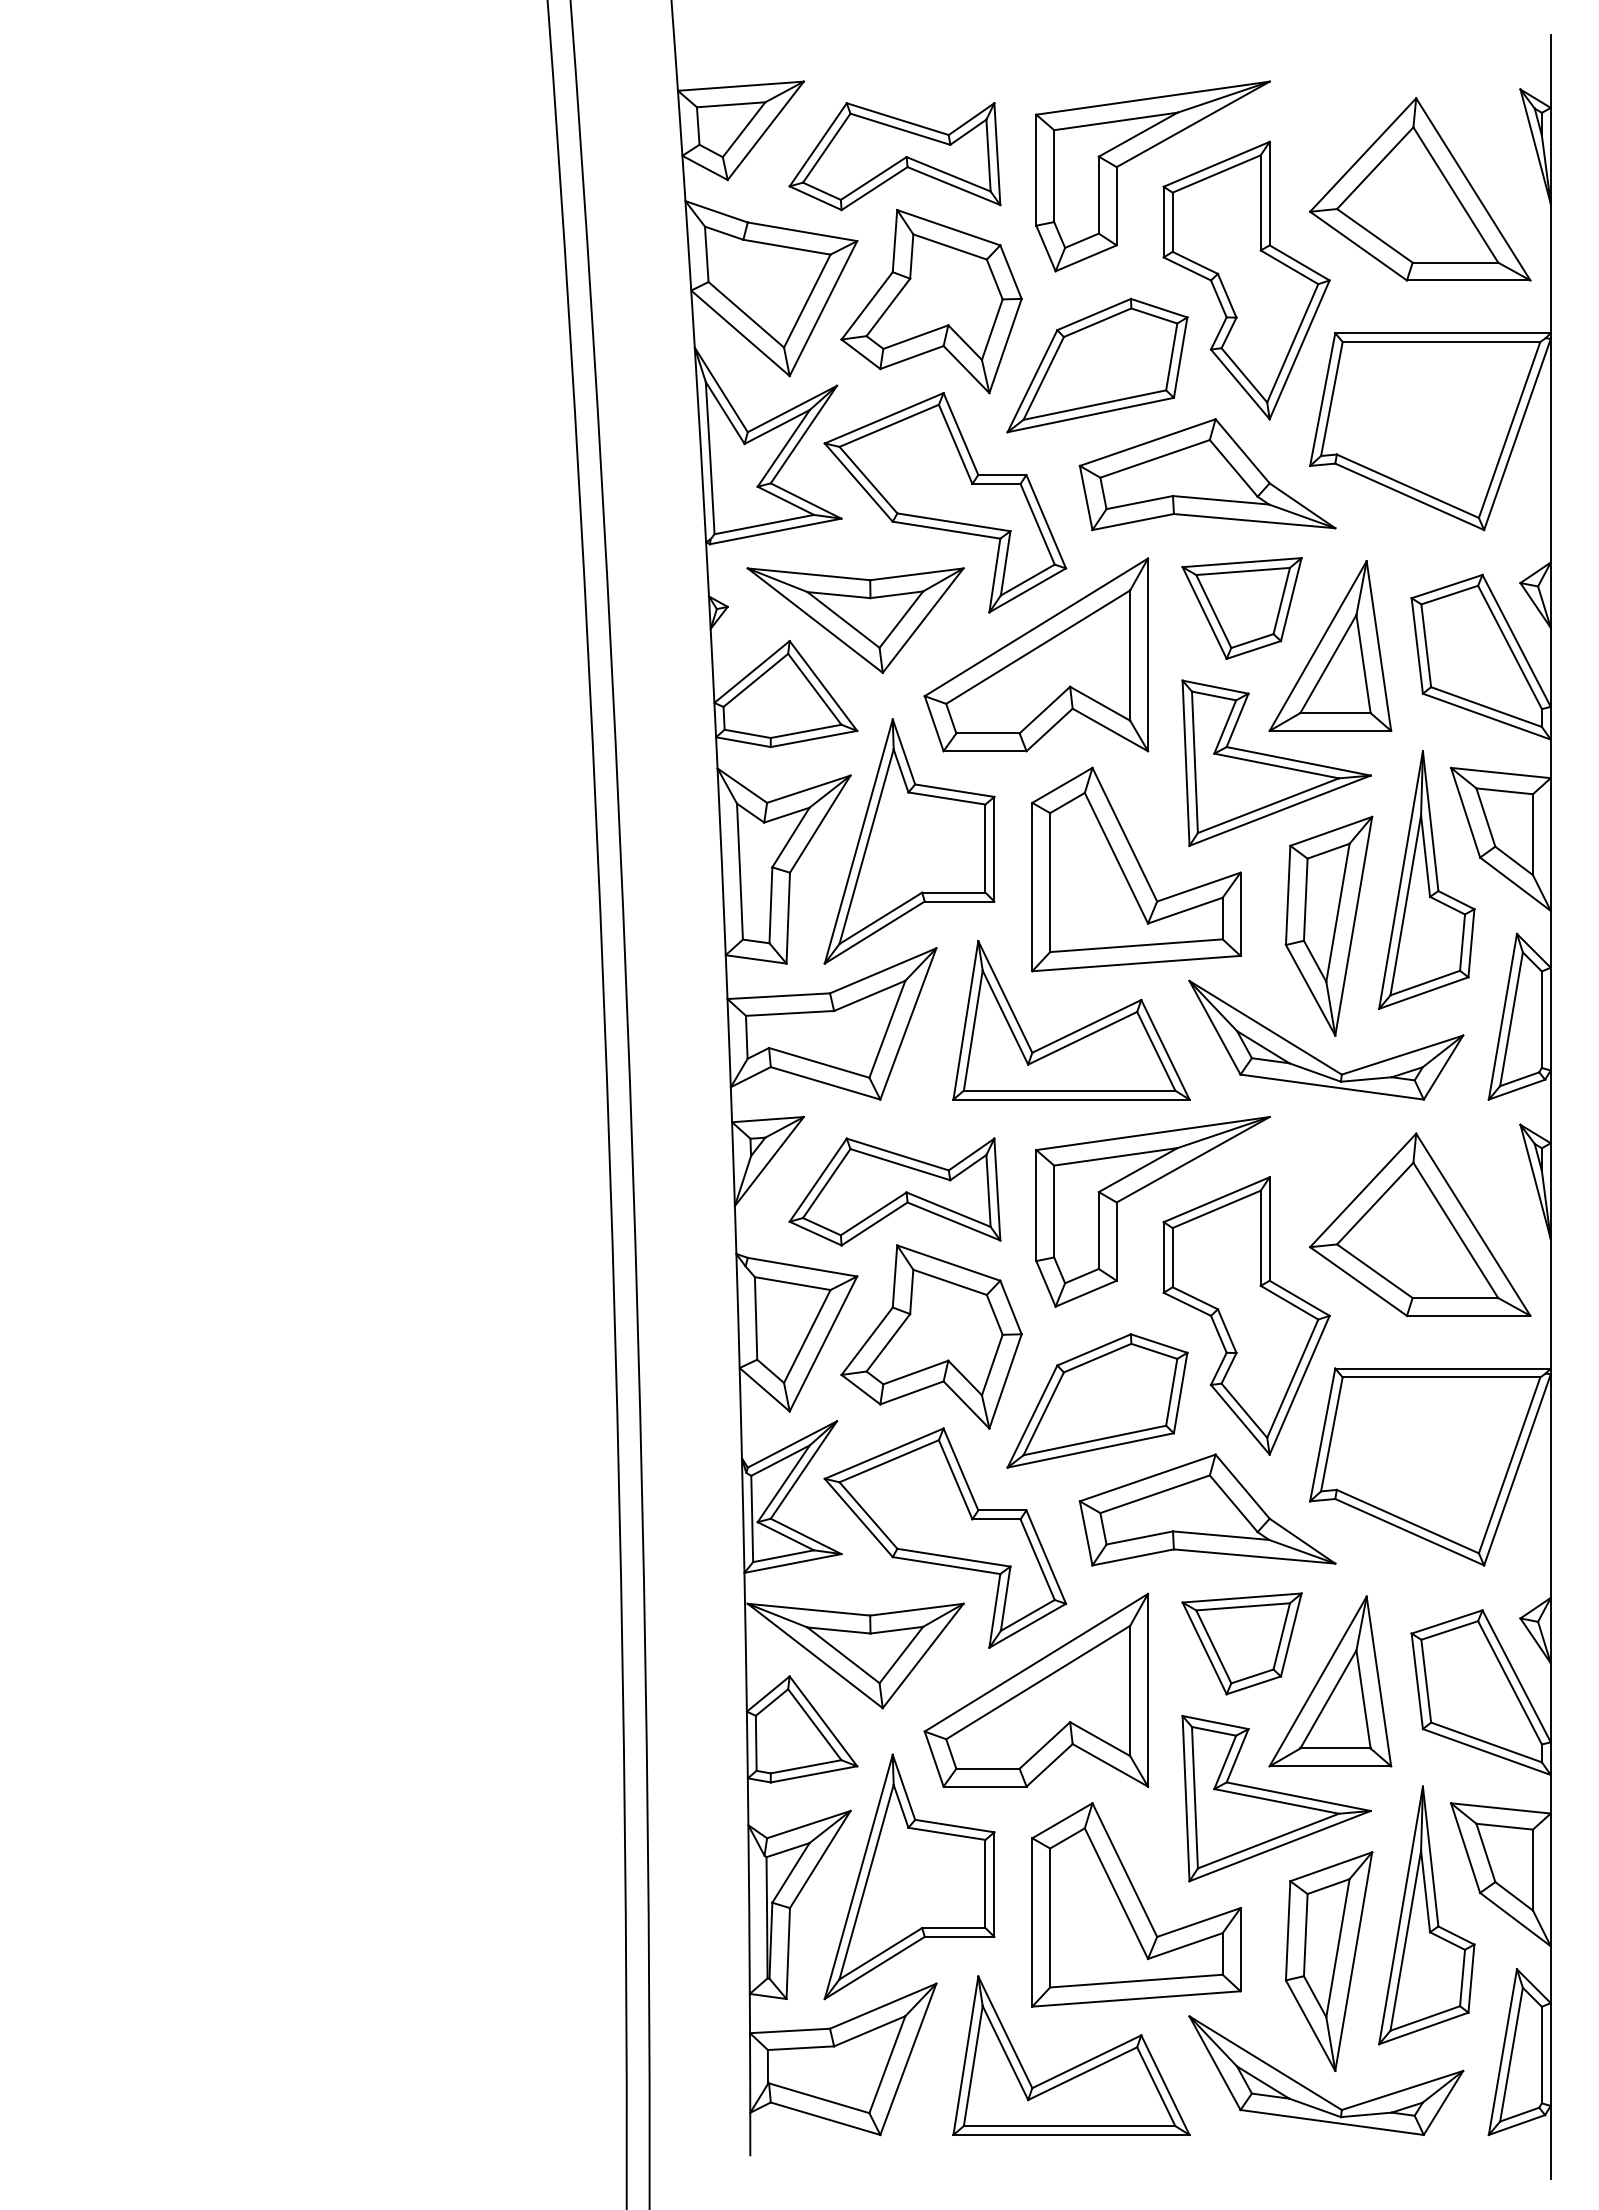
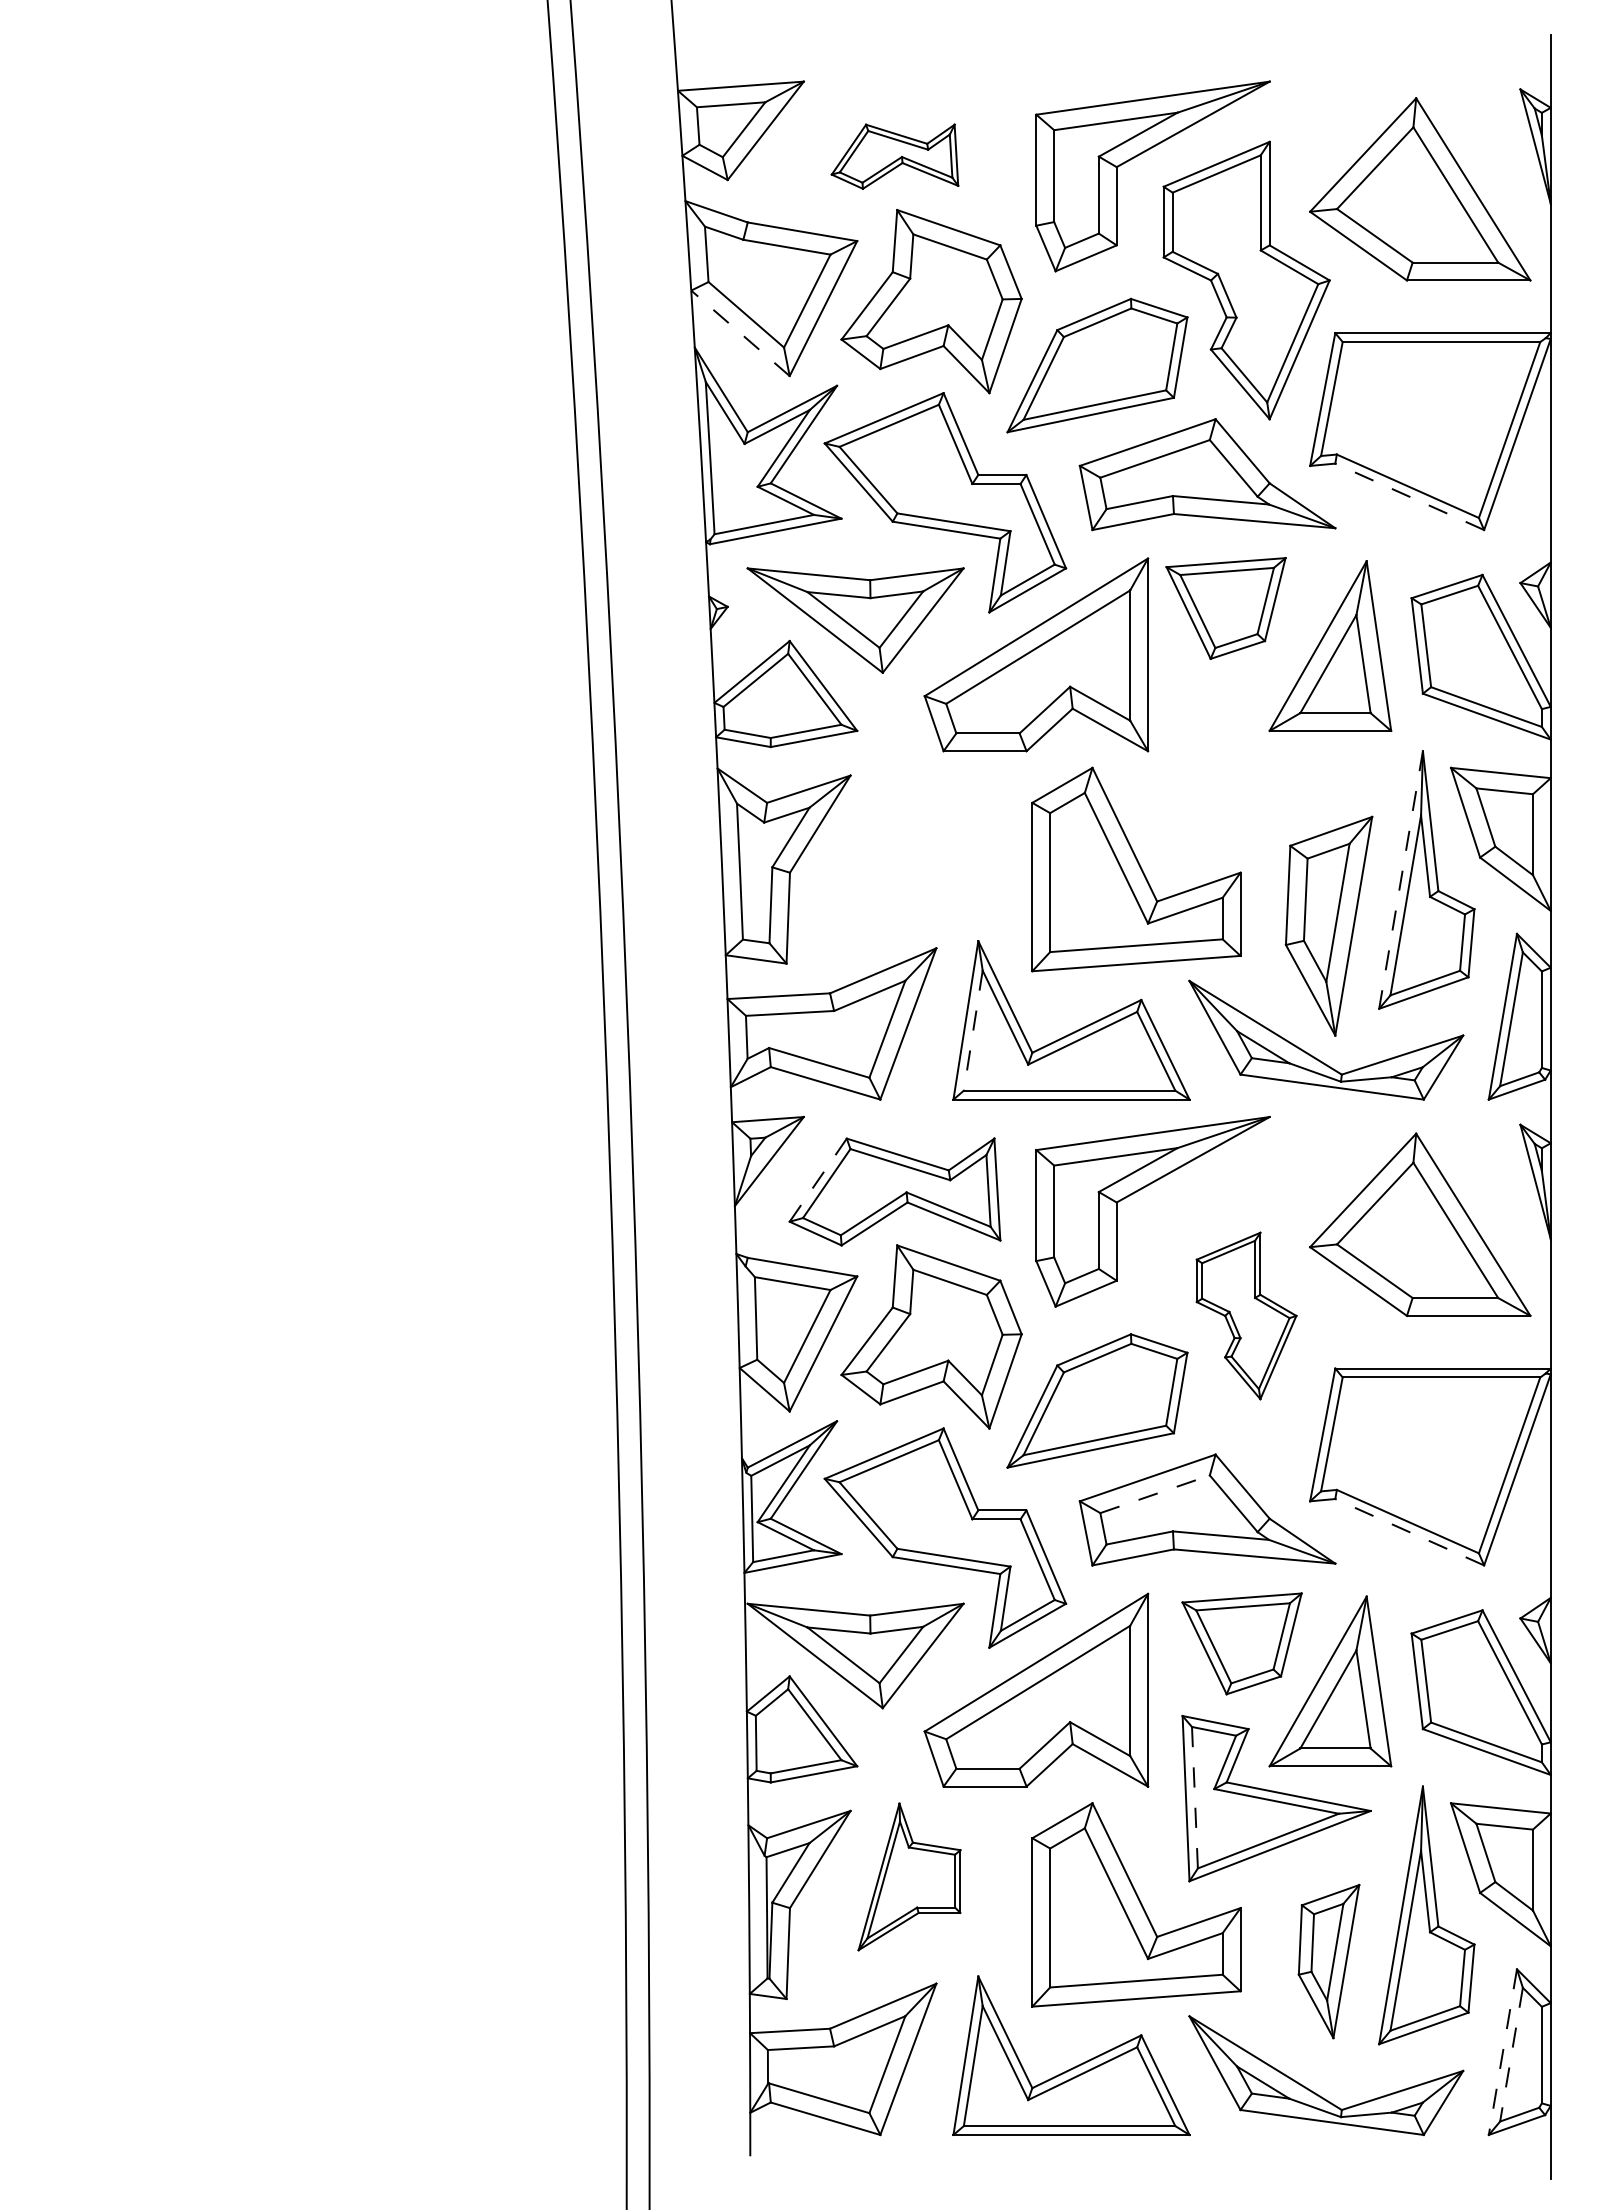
part at (894, 156) size: 214x110 px -> 130x67 px
line at (740, 333): solid -> dashed
line at (1409, 496): solid -> dashed
part at (1241, 608) position: (1241, 608) -> (1225, 608)
part at (1276, 762): present -> none
part at (909, 841): present -> none
line at (1401, 880): solid -> dashed
line at (973, 1030): solid -> dashed
line at (818, 1179): solid -> dashed
part at (1246, 1315) size: 169x280 px -> 103x170 px
line at (1155, 1494): solid -> dashed
line at (1409, 1532): solid -> dashed
line at (1194, 1797): solid -> dashed
part at (909, 1876) size: 173x248 px -> 105x150 px
part at (1328, 1961) size: 90x221 px -> 64x156 px
line at (1502, 2052): solid -> dashed
line at (1511, 2054): solid -> dashed
